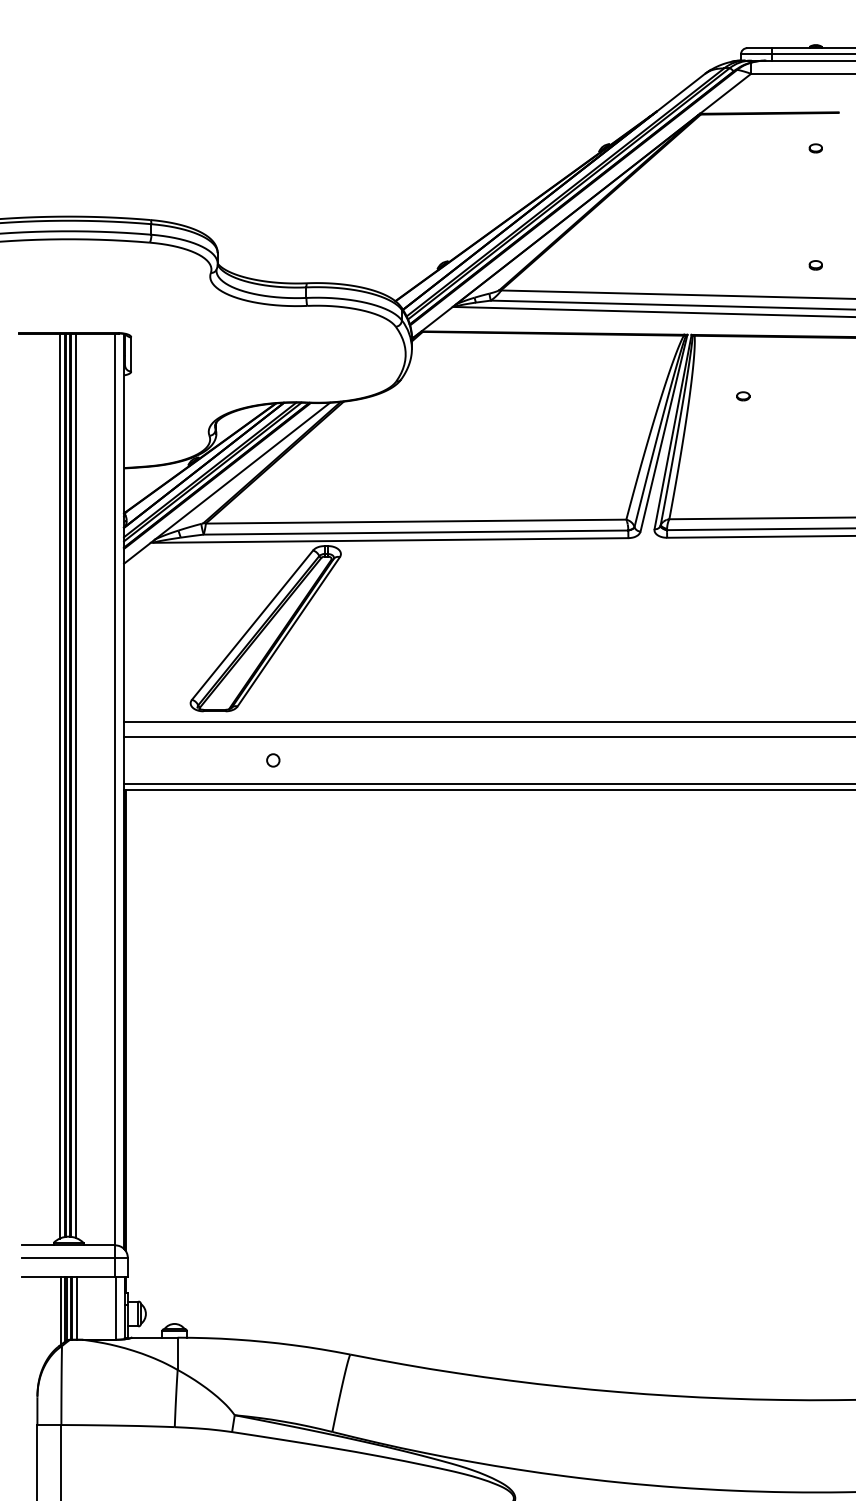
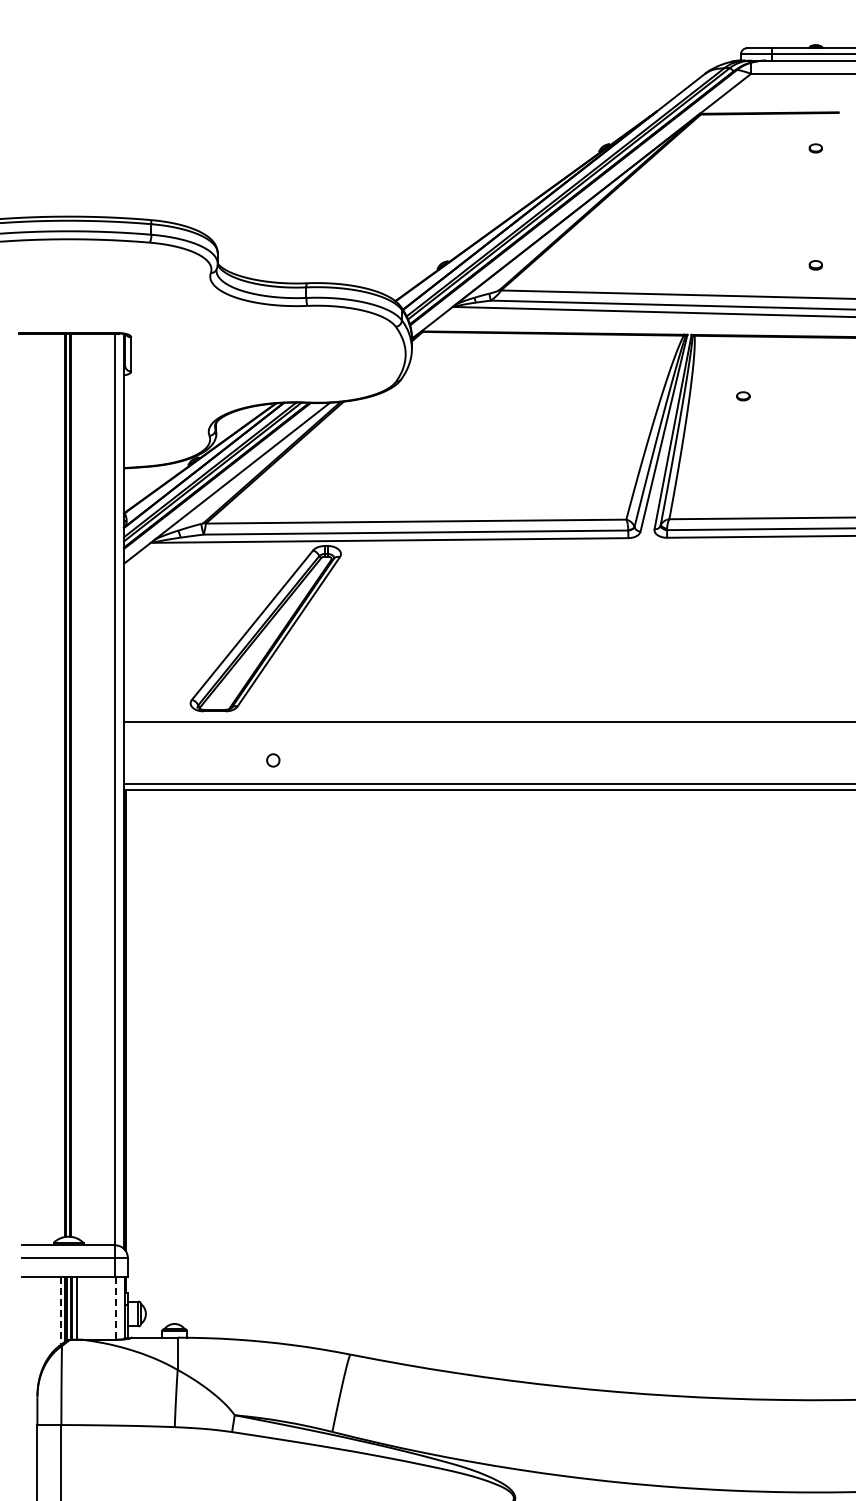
line at (488, 736): present -> none
line at (59, 785): present -> none
line at (75, 785): present -> none
line at (115, 1308): solid -> dashed
line at (60, 1311): solid -> dashed
